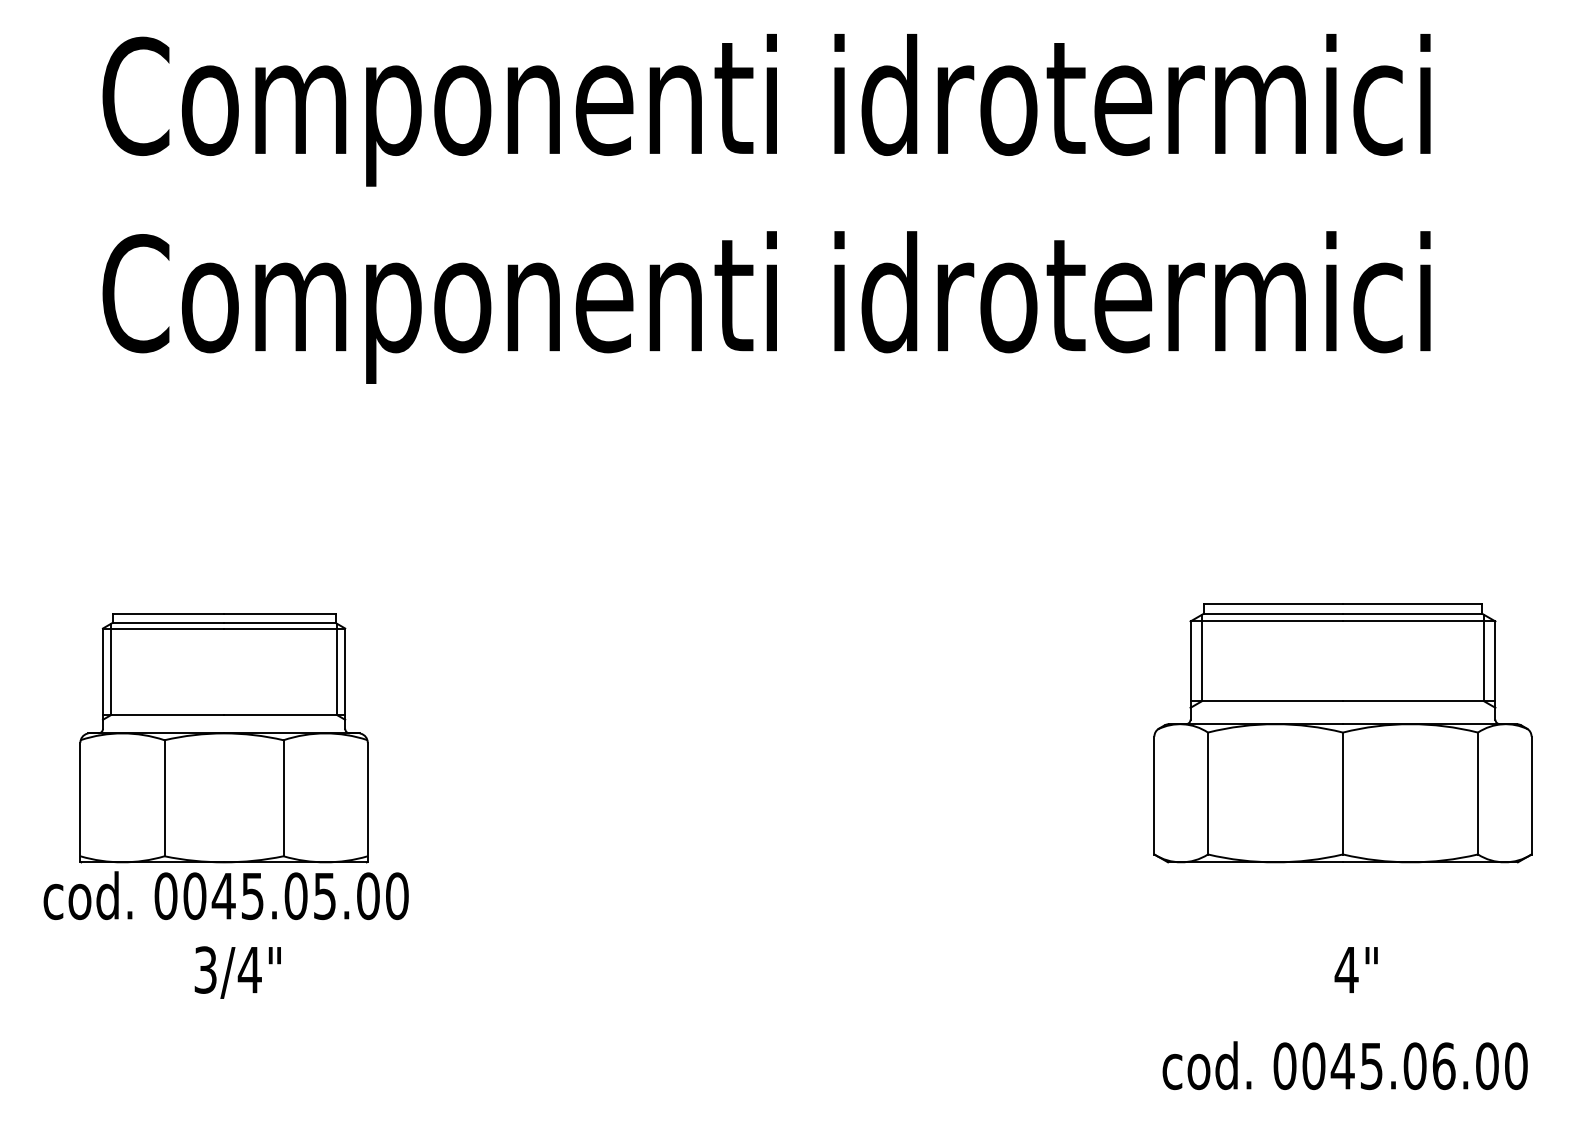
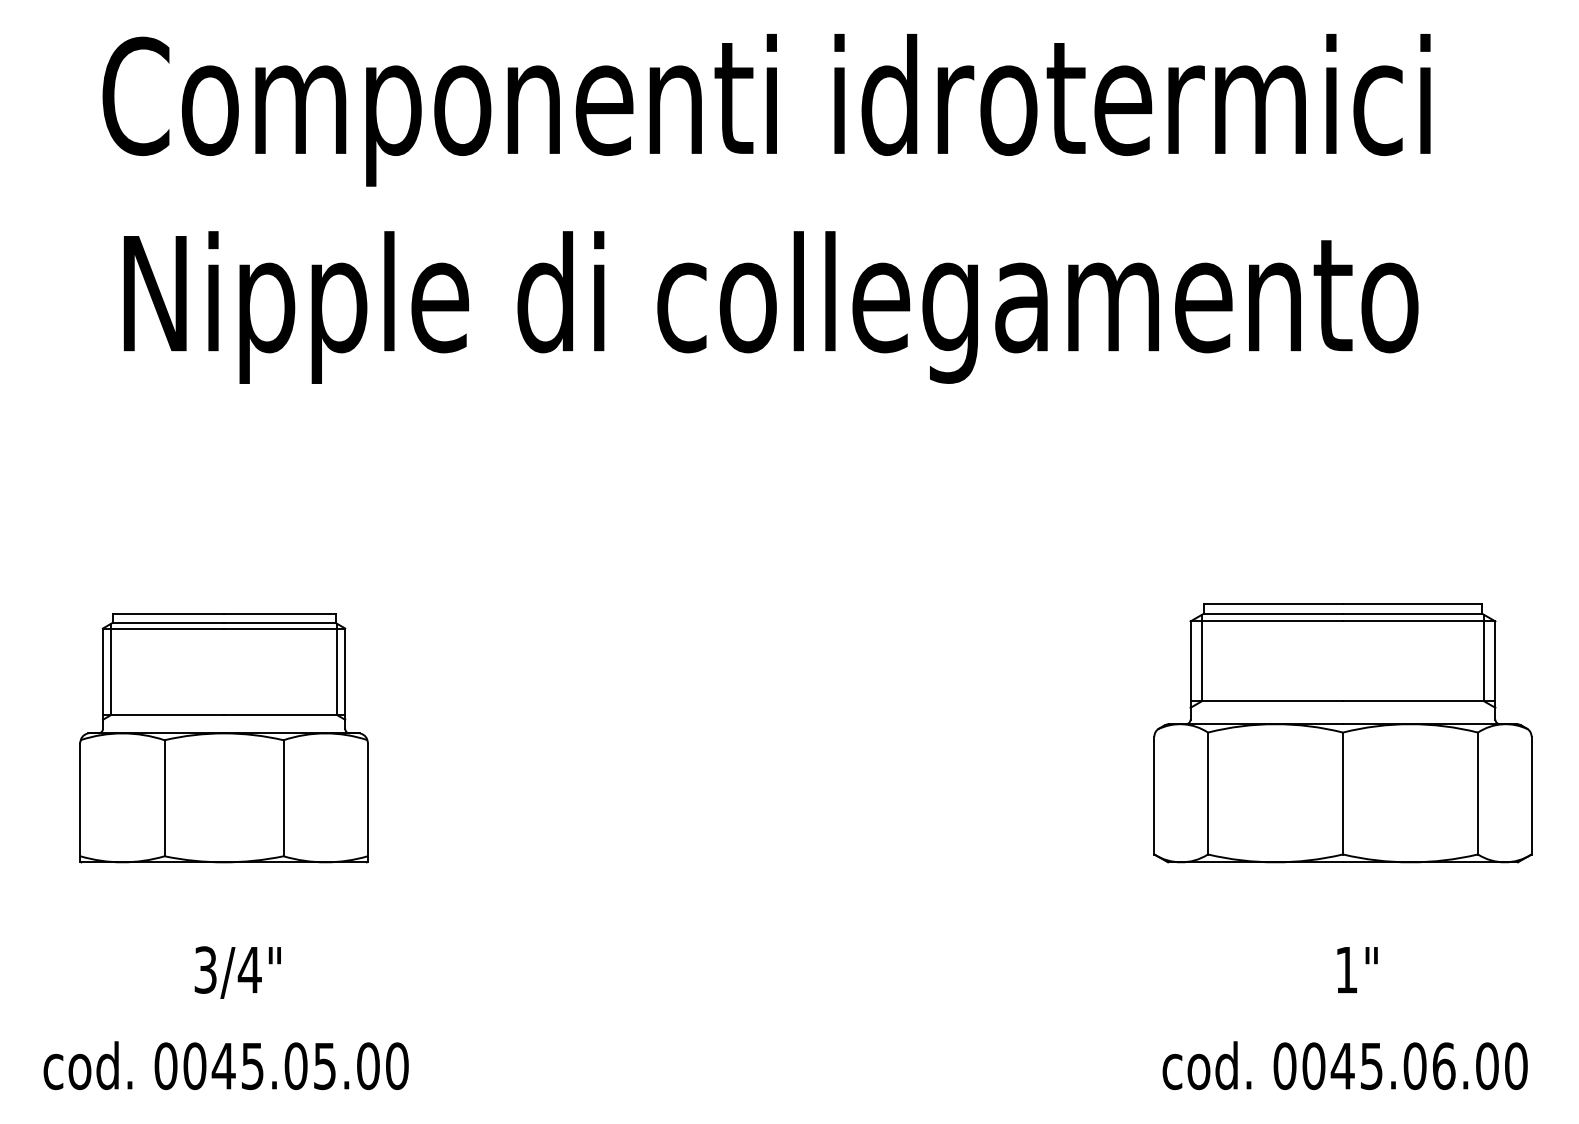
text at (766, 307): Componenti idrotermici -> Nipple di collegamento
text at (225, 895) position: (225, 895) -> (225, 1065)
text at (1346, 970): 4" -> 1"
